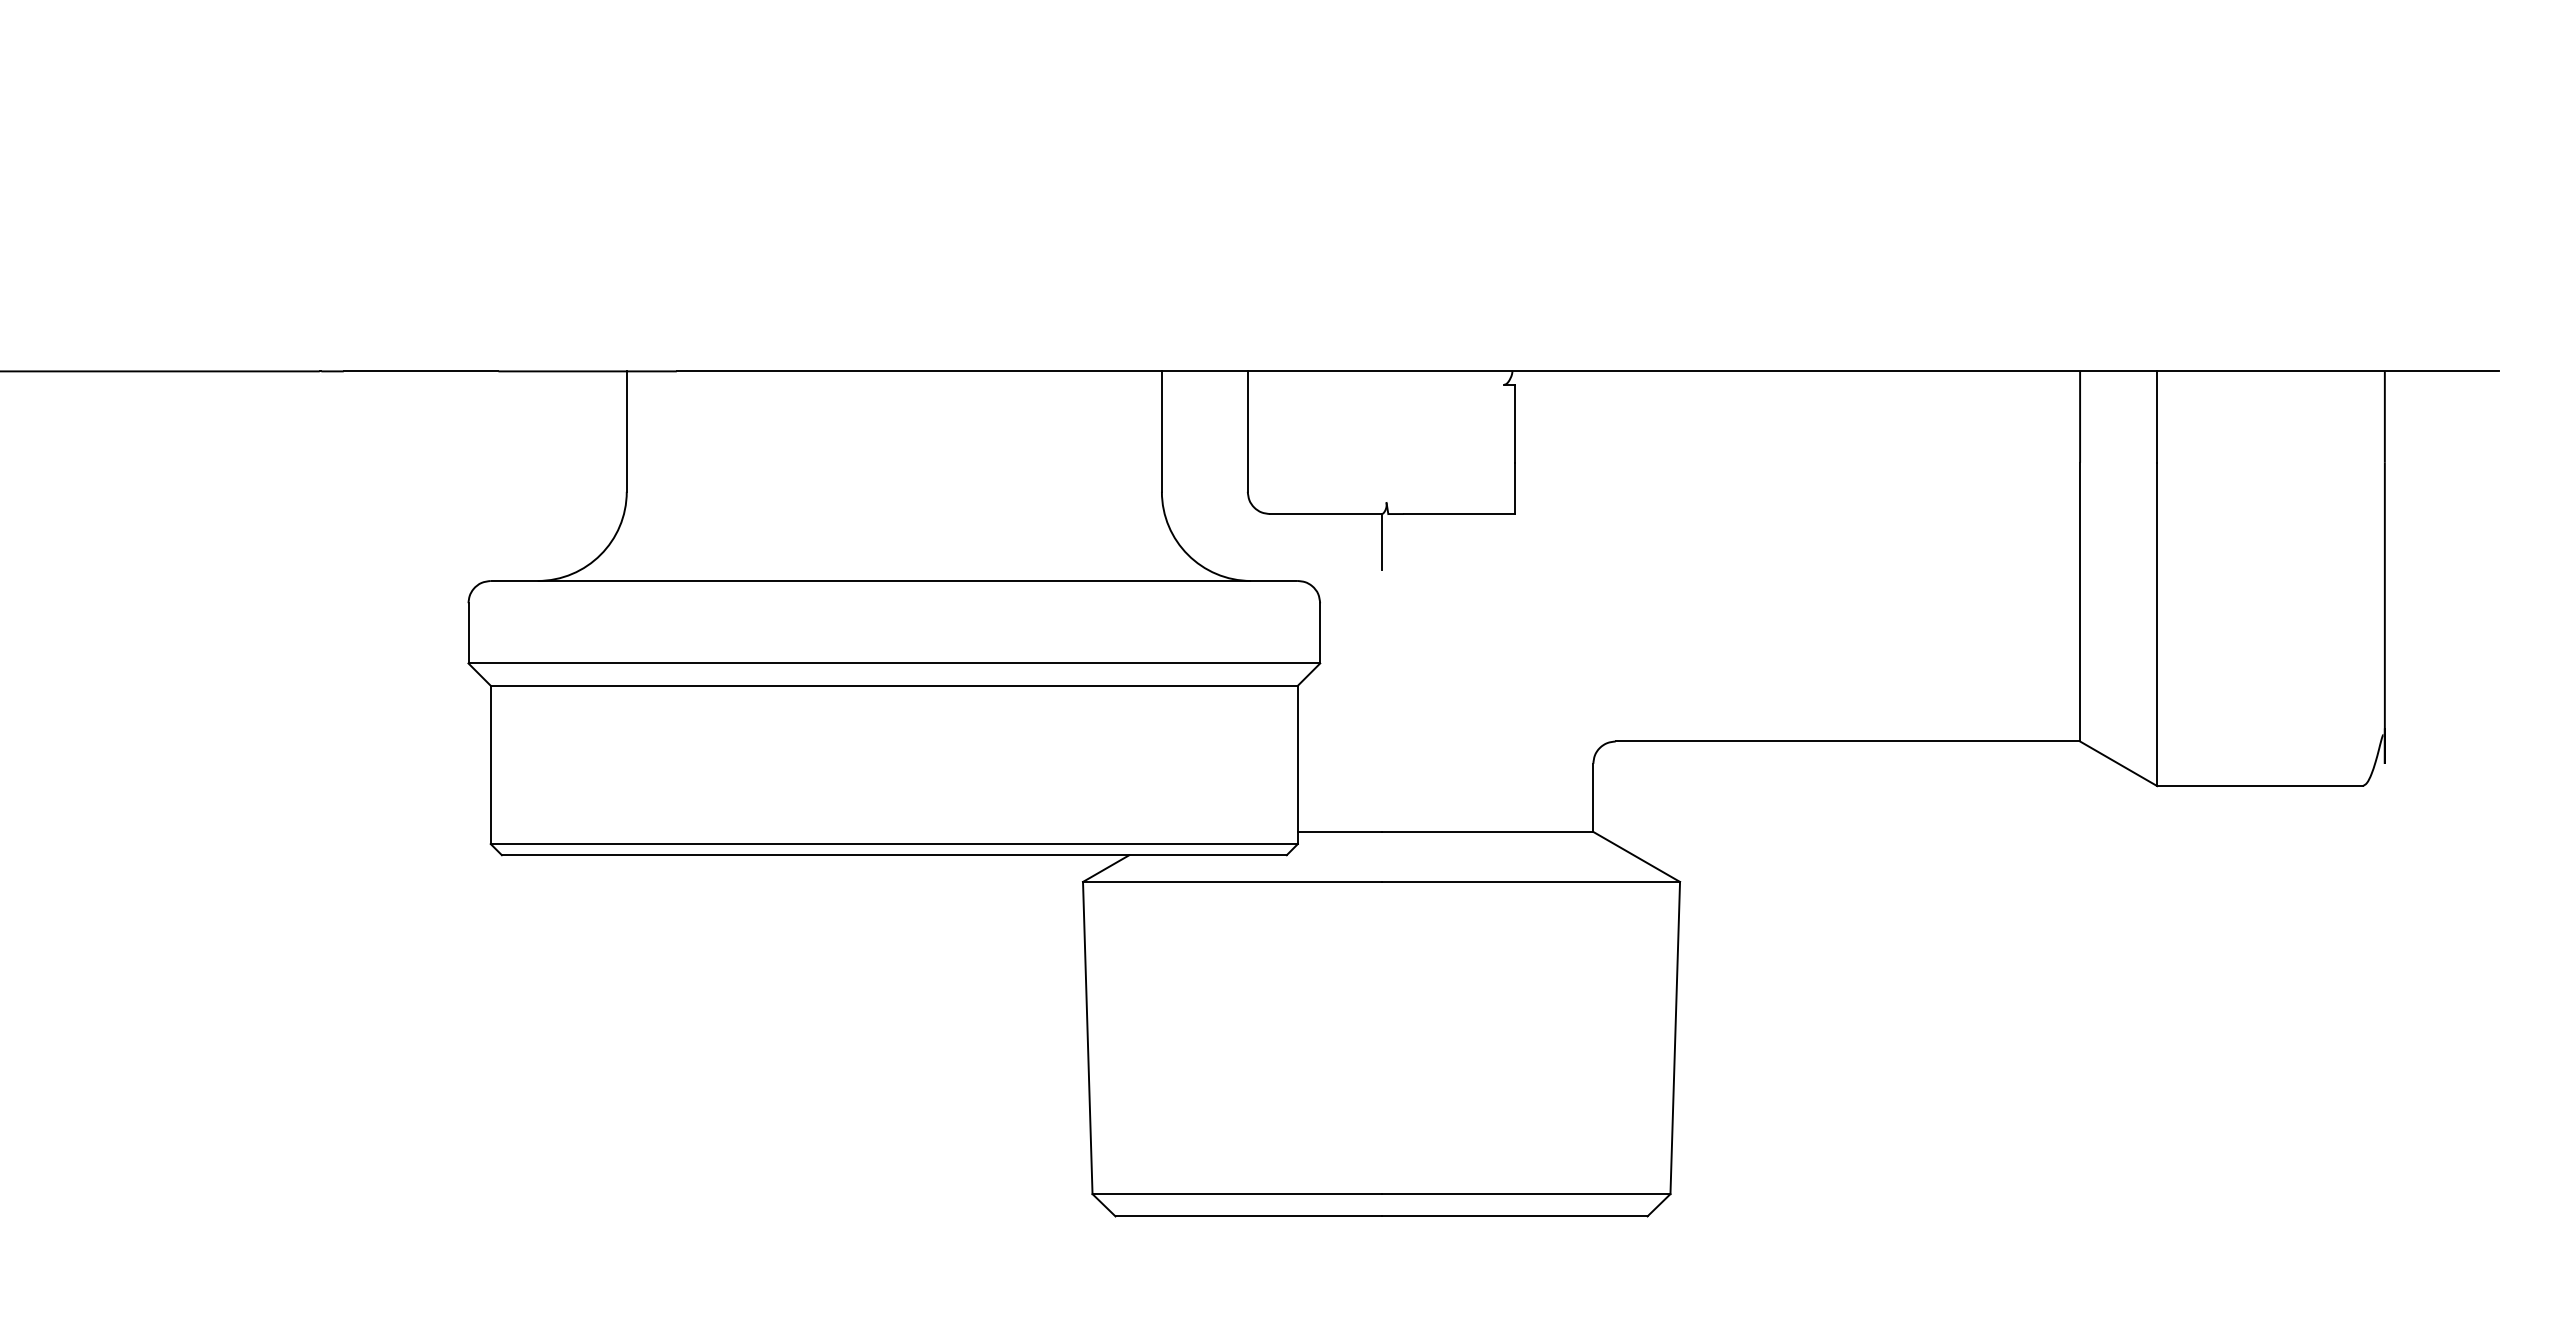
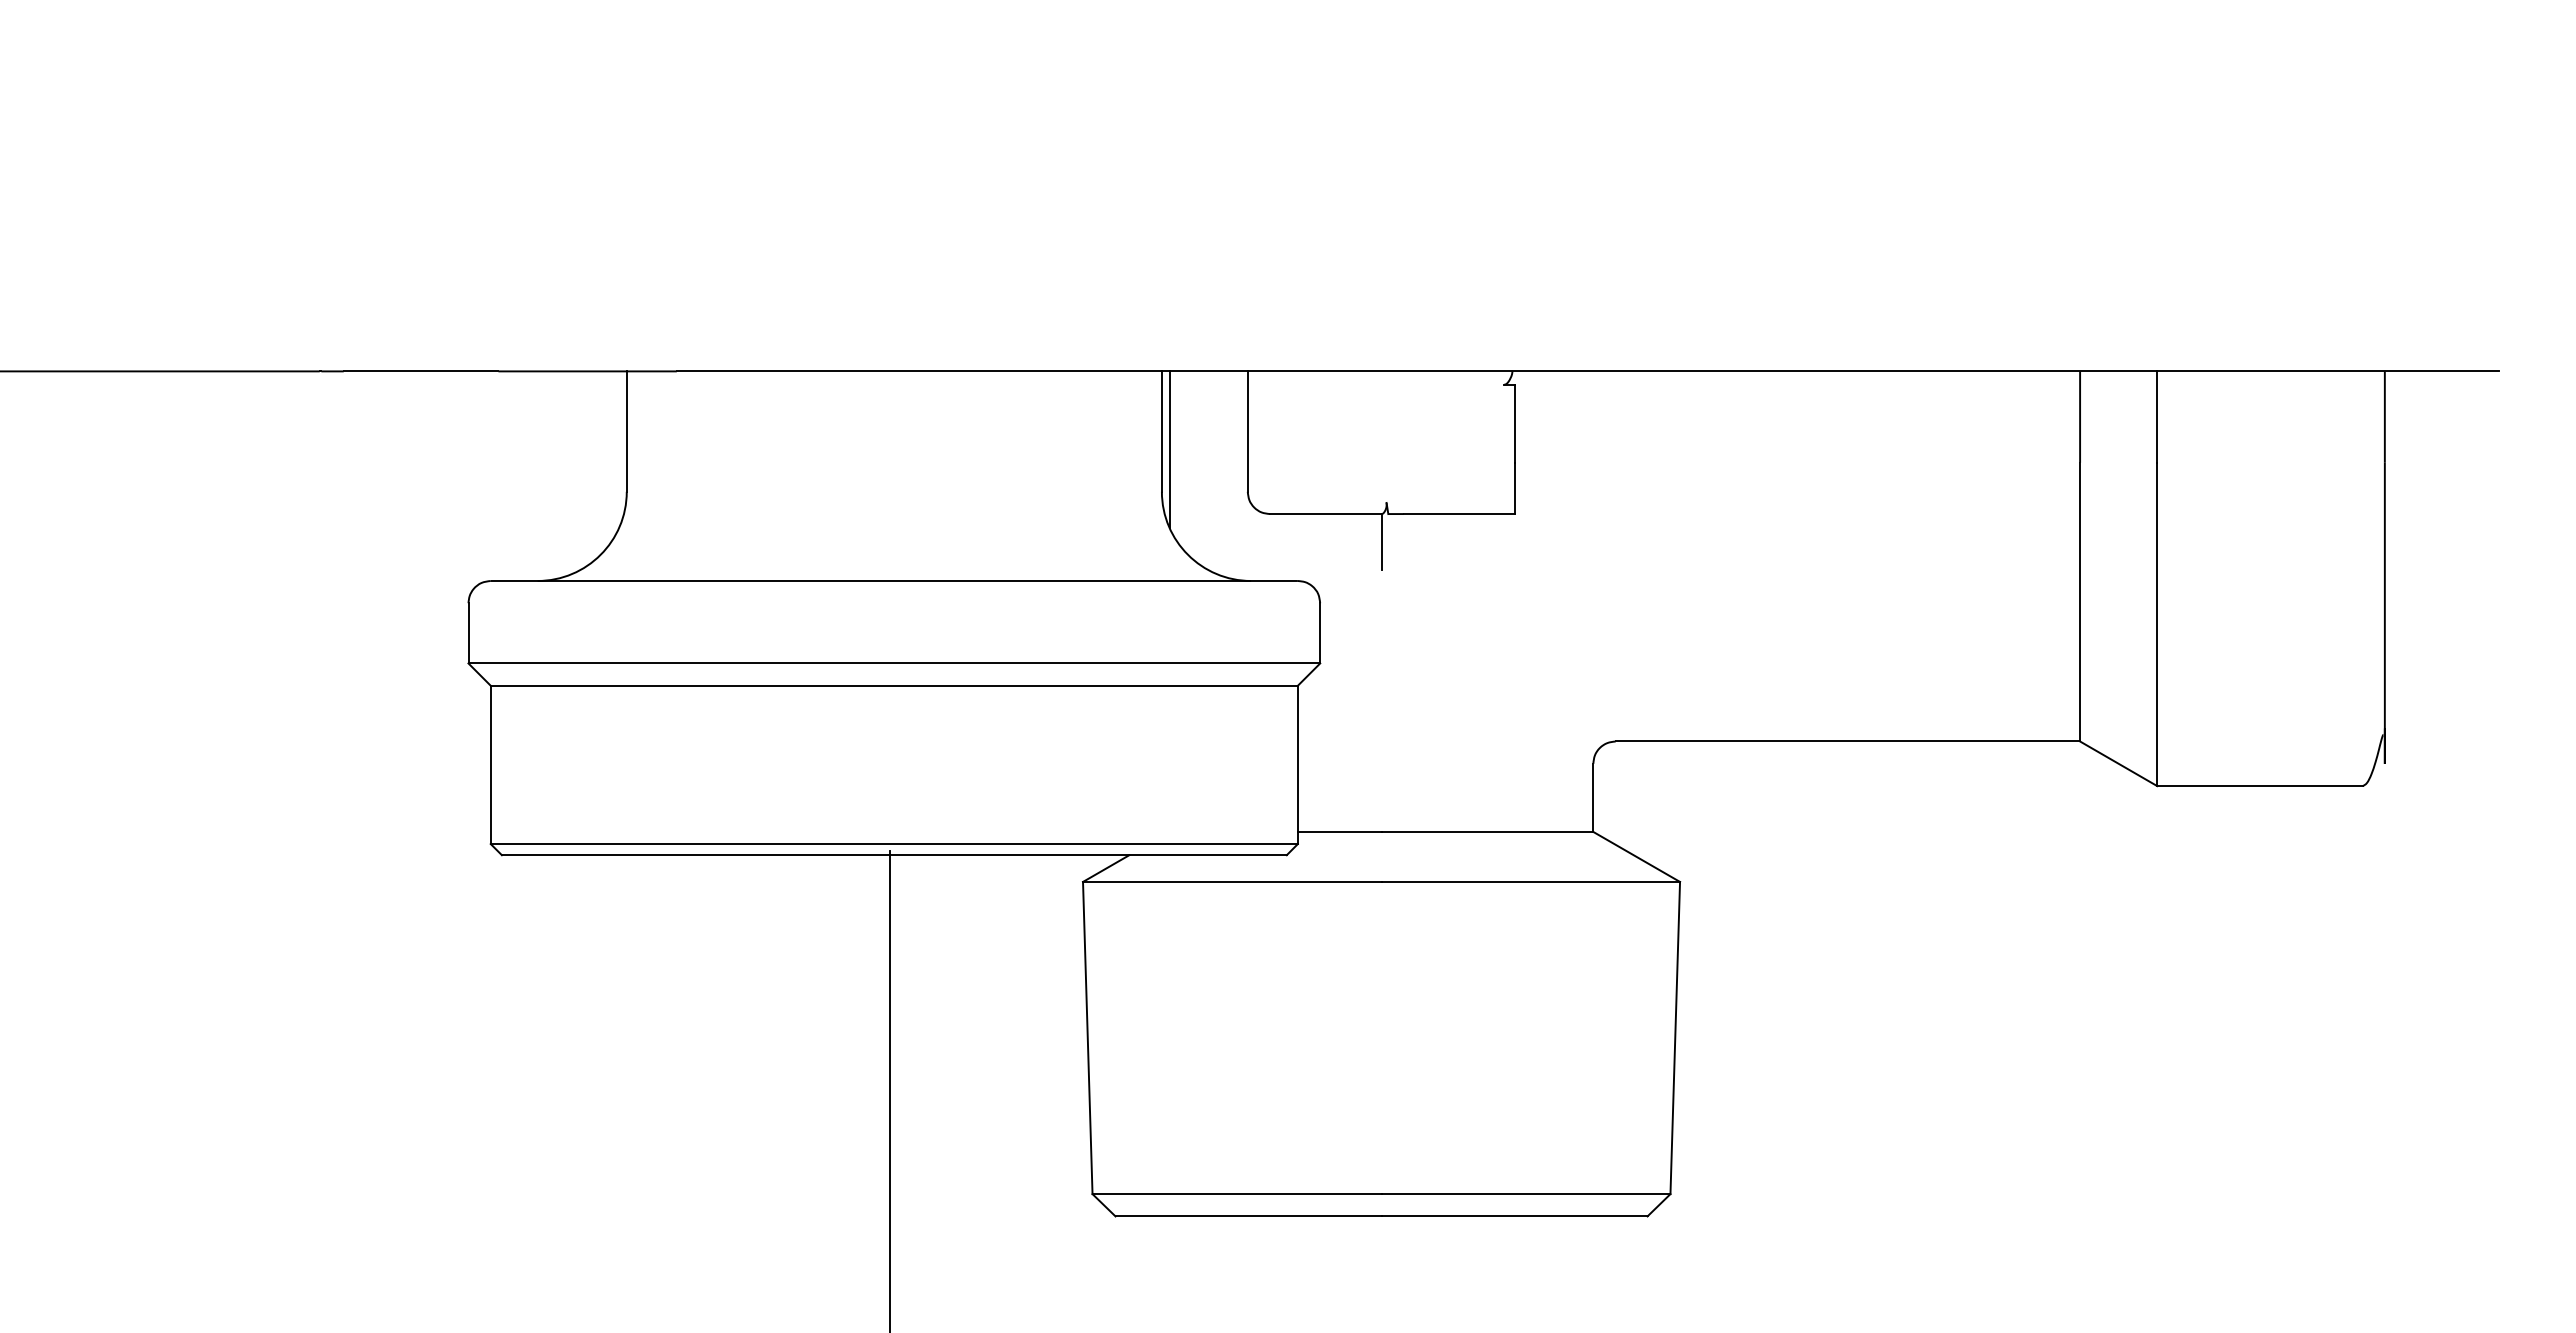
line at (1169, 449): none -> present
line at (889, 1090): none -> present
